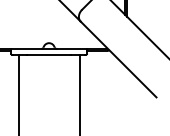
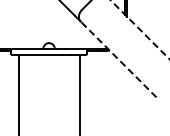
line at (140, 29): solid -> dashed
line at (118, 59): solid -> dashed
